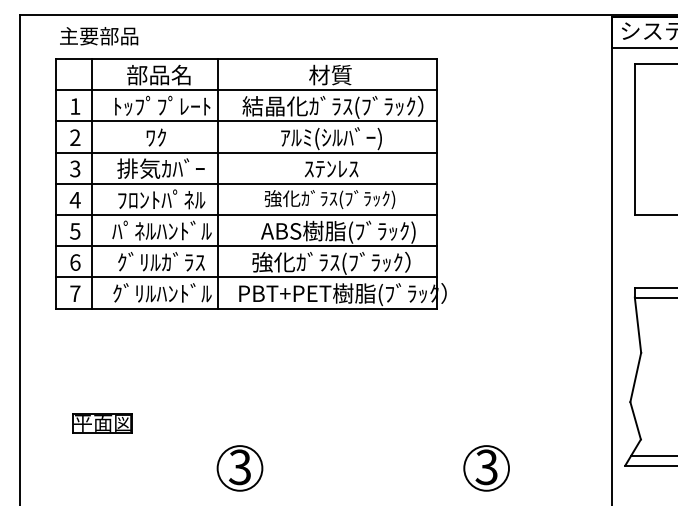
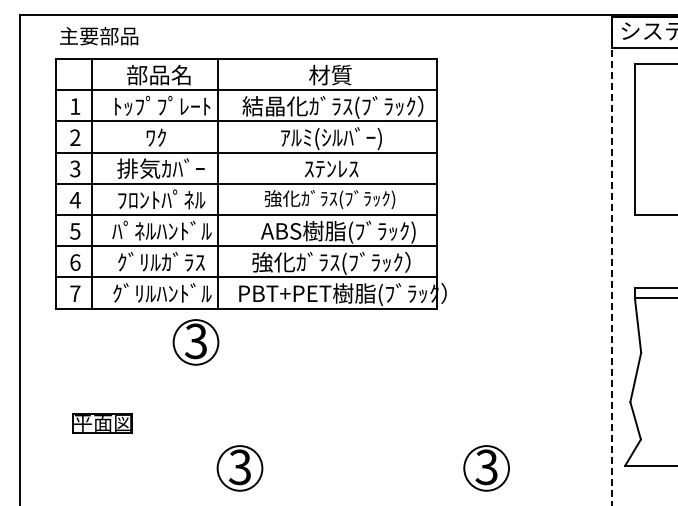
line at (611, 261): solid -> dashed
part at (195, 342): none -> present
line at (652, 456): present -> none
